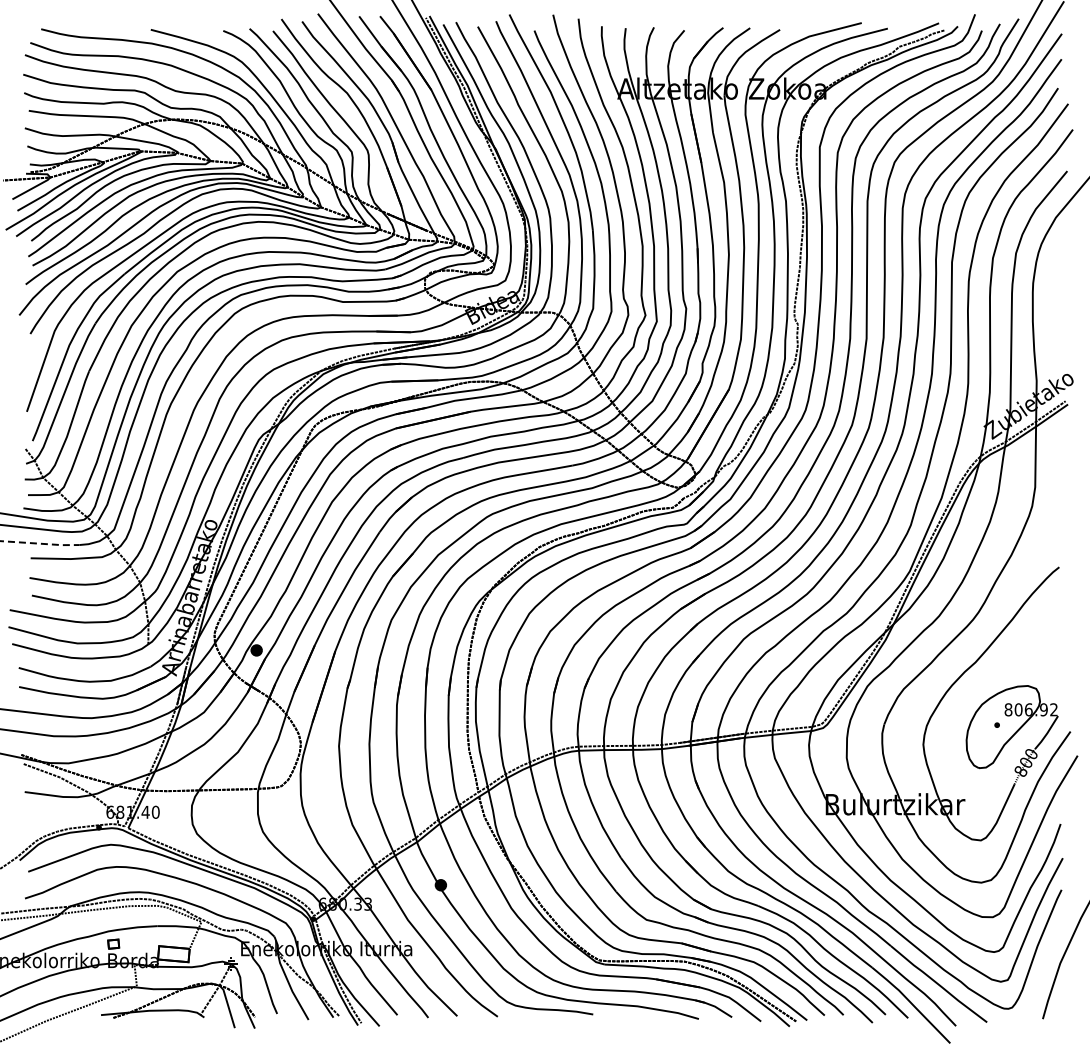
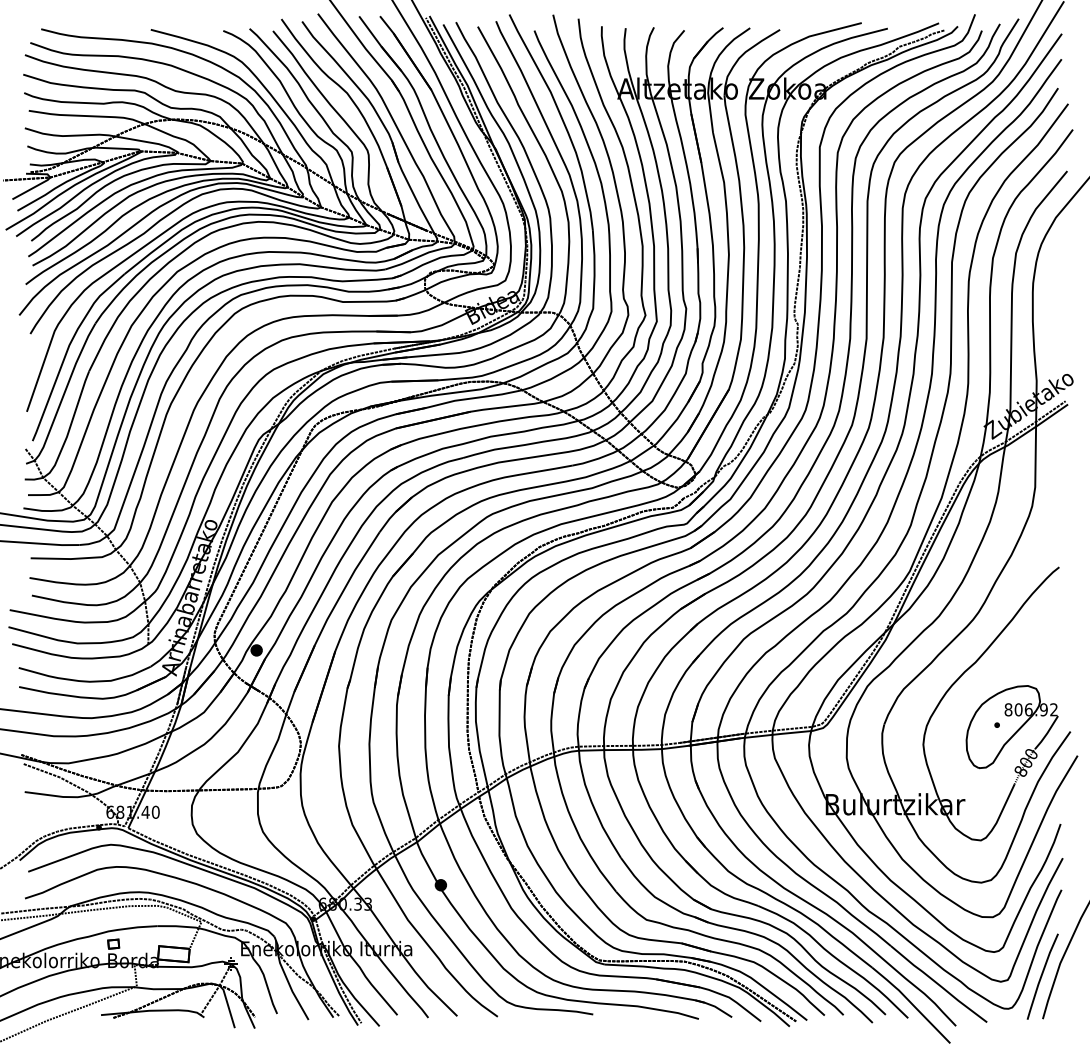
line at (41, 543): dashed -> solid
curve at (1042, 976): none -> present
